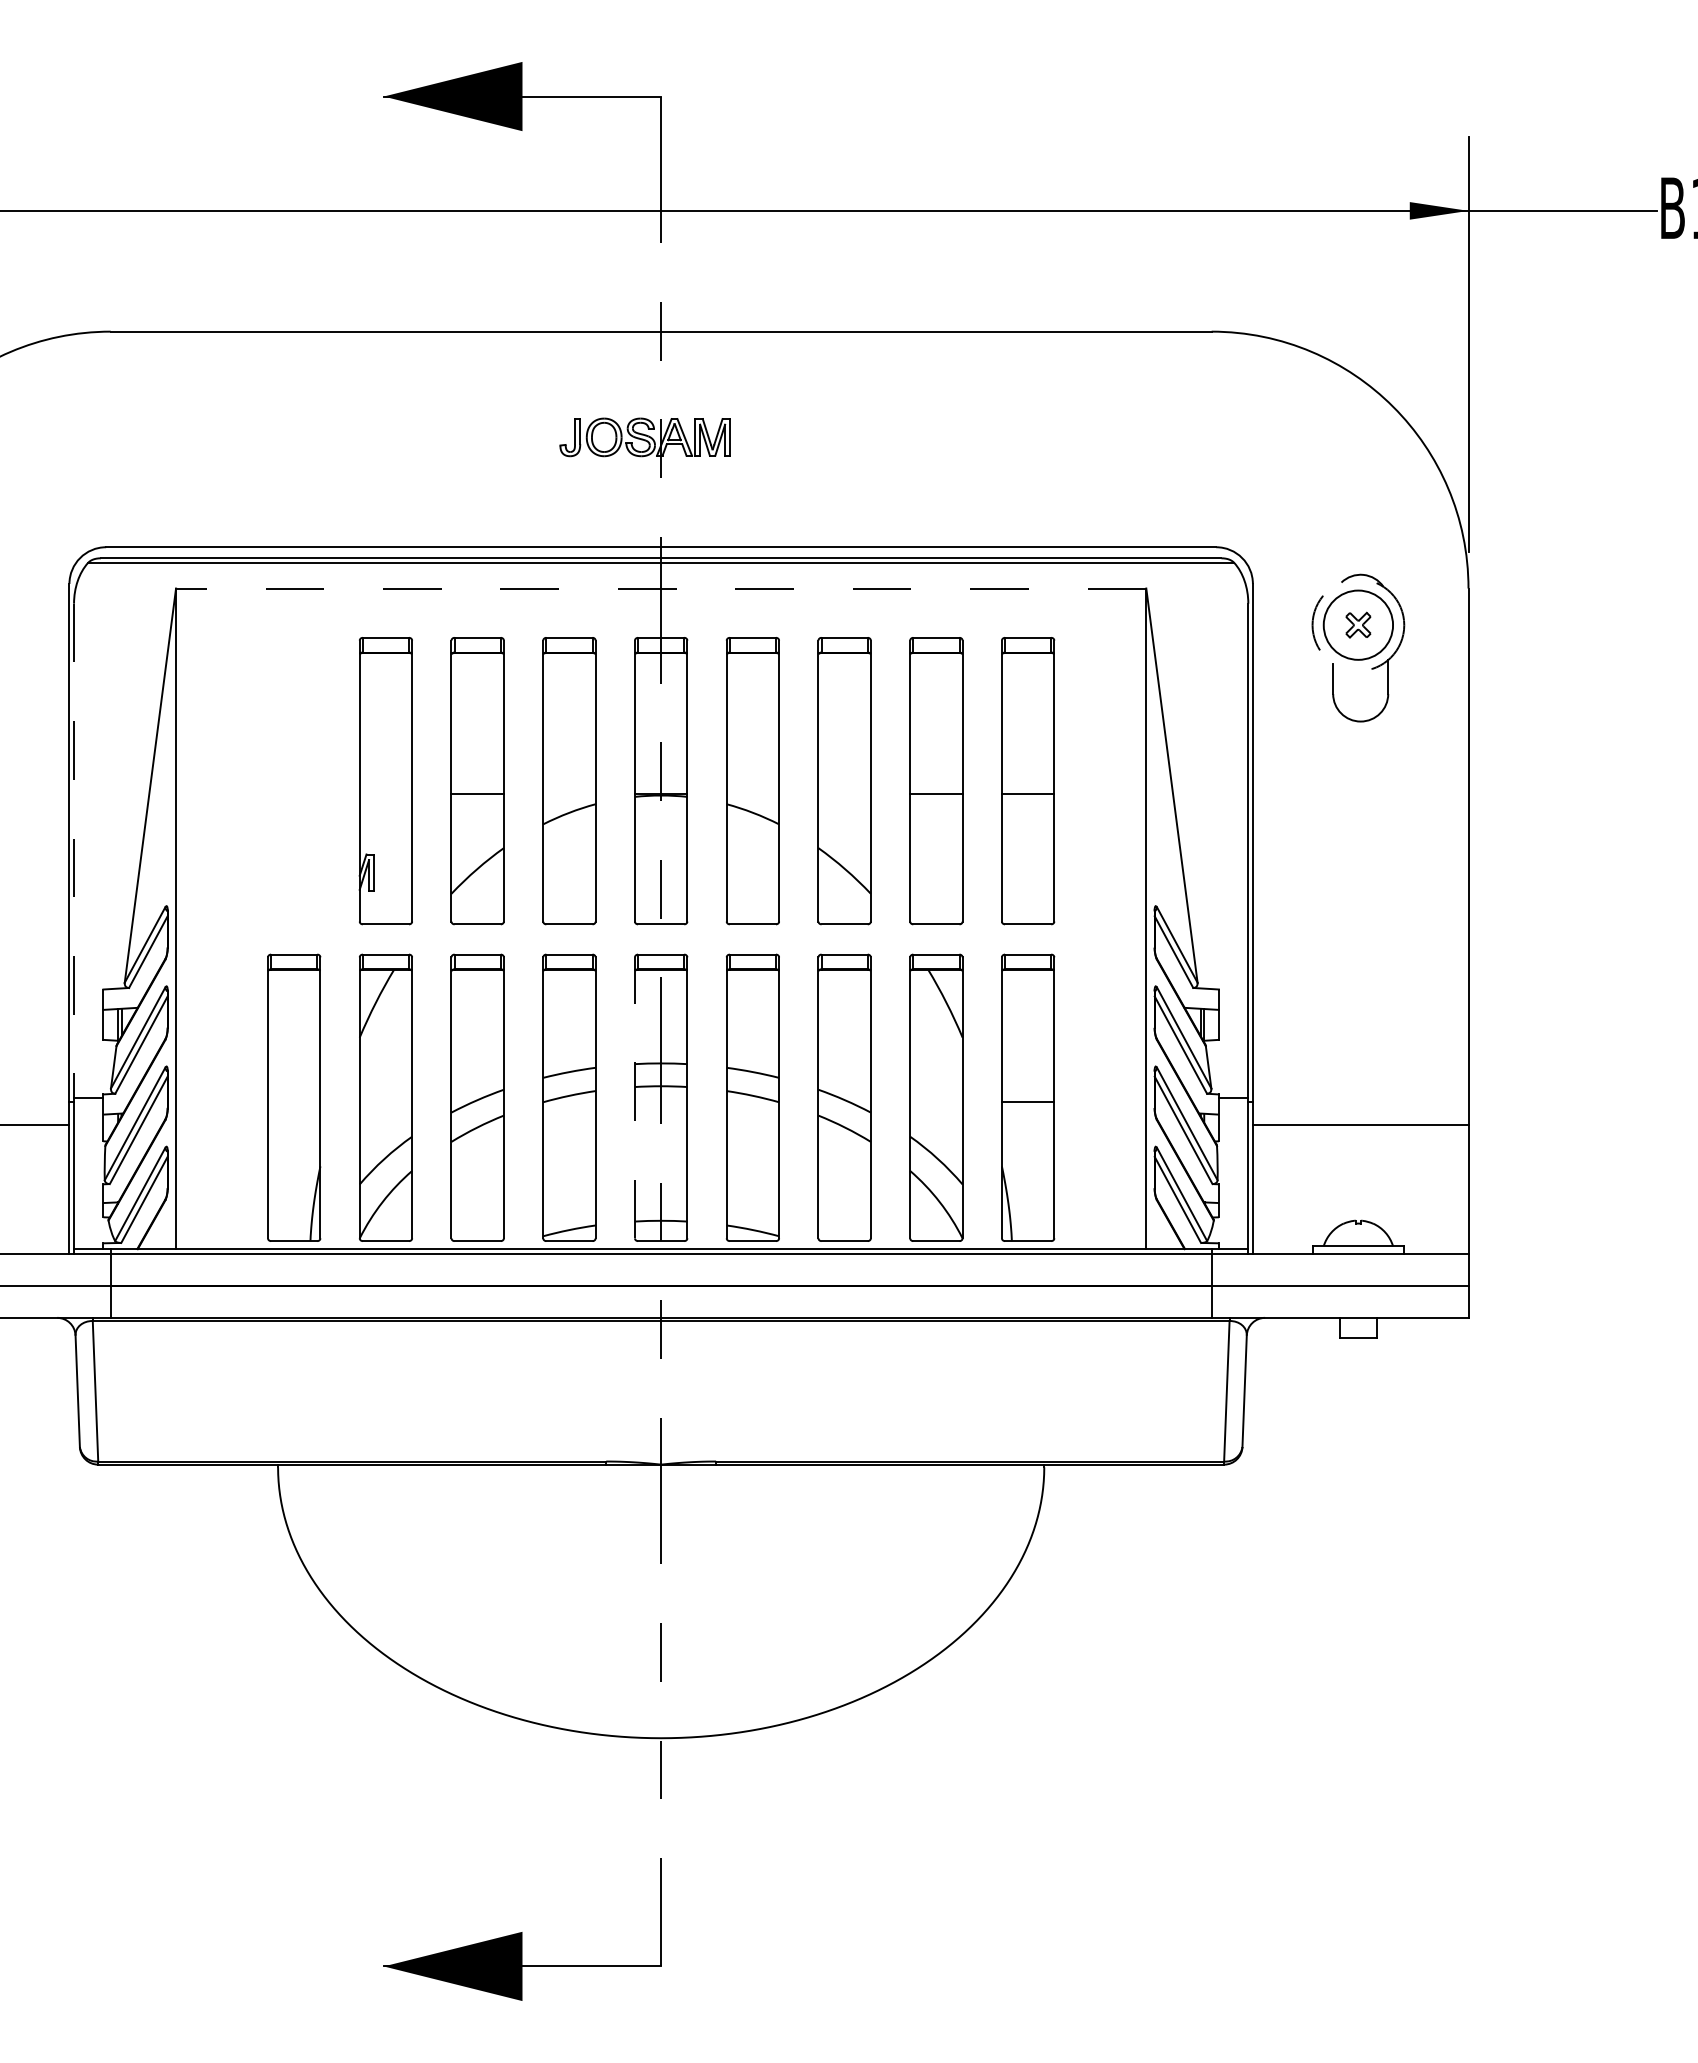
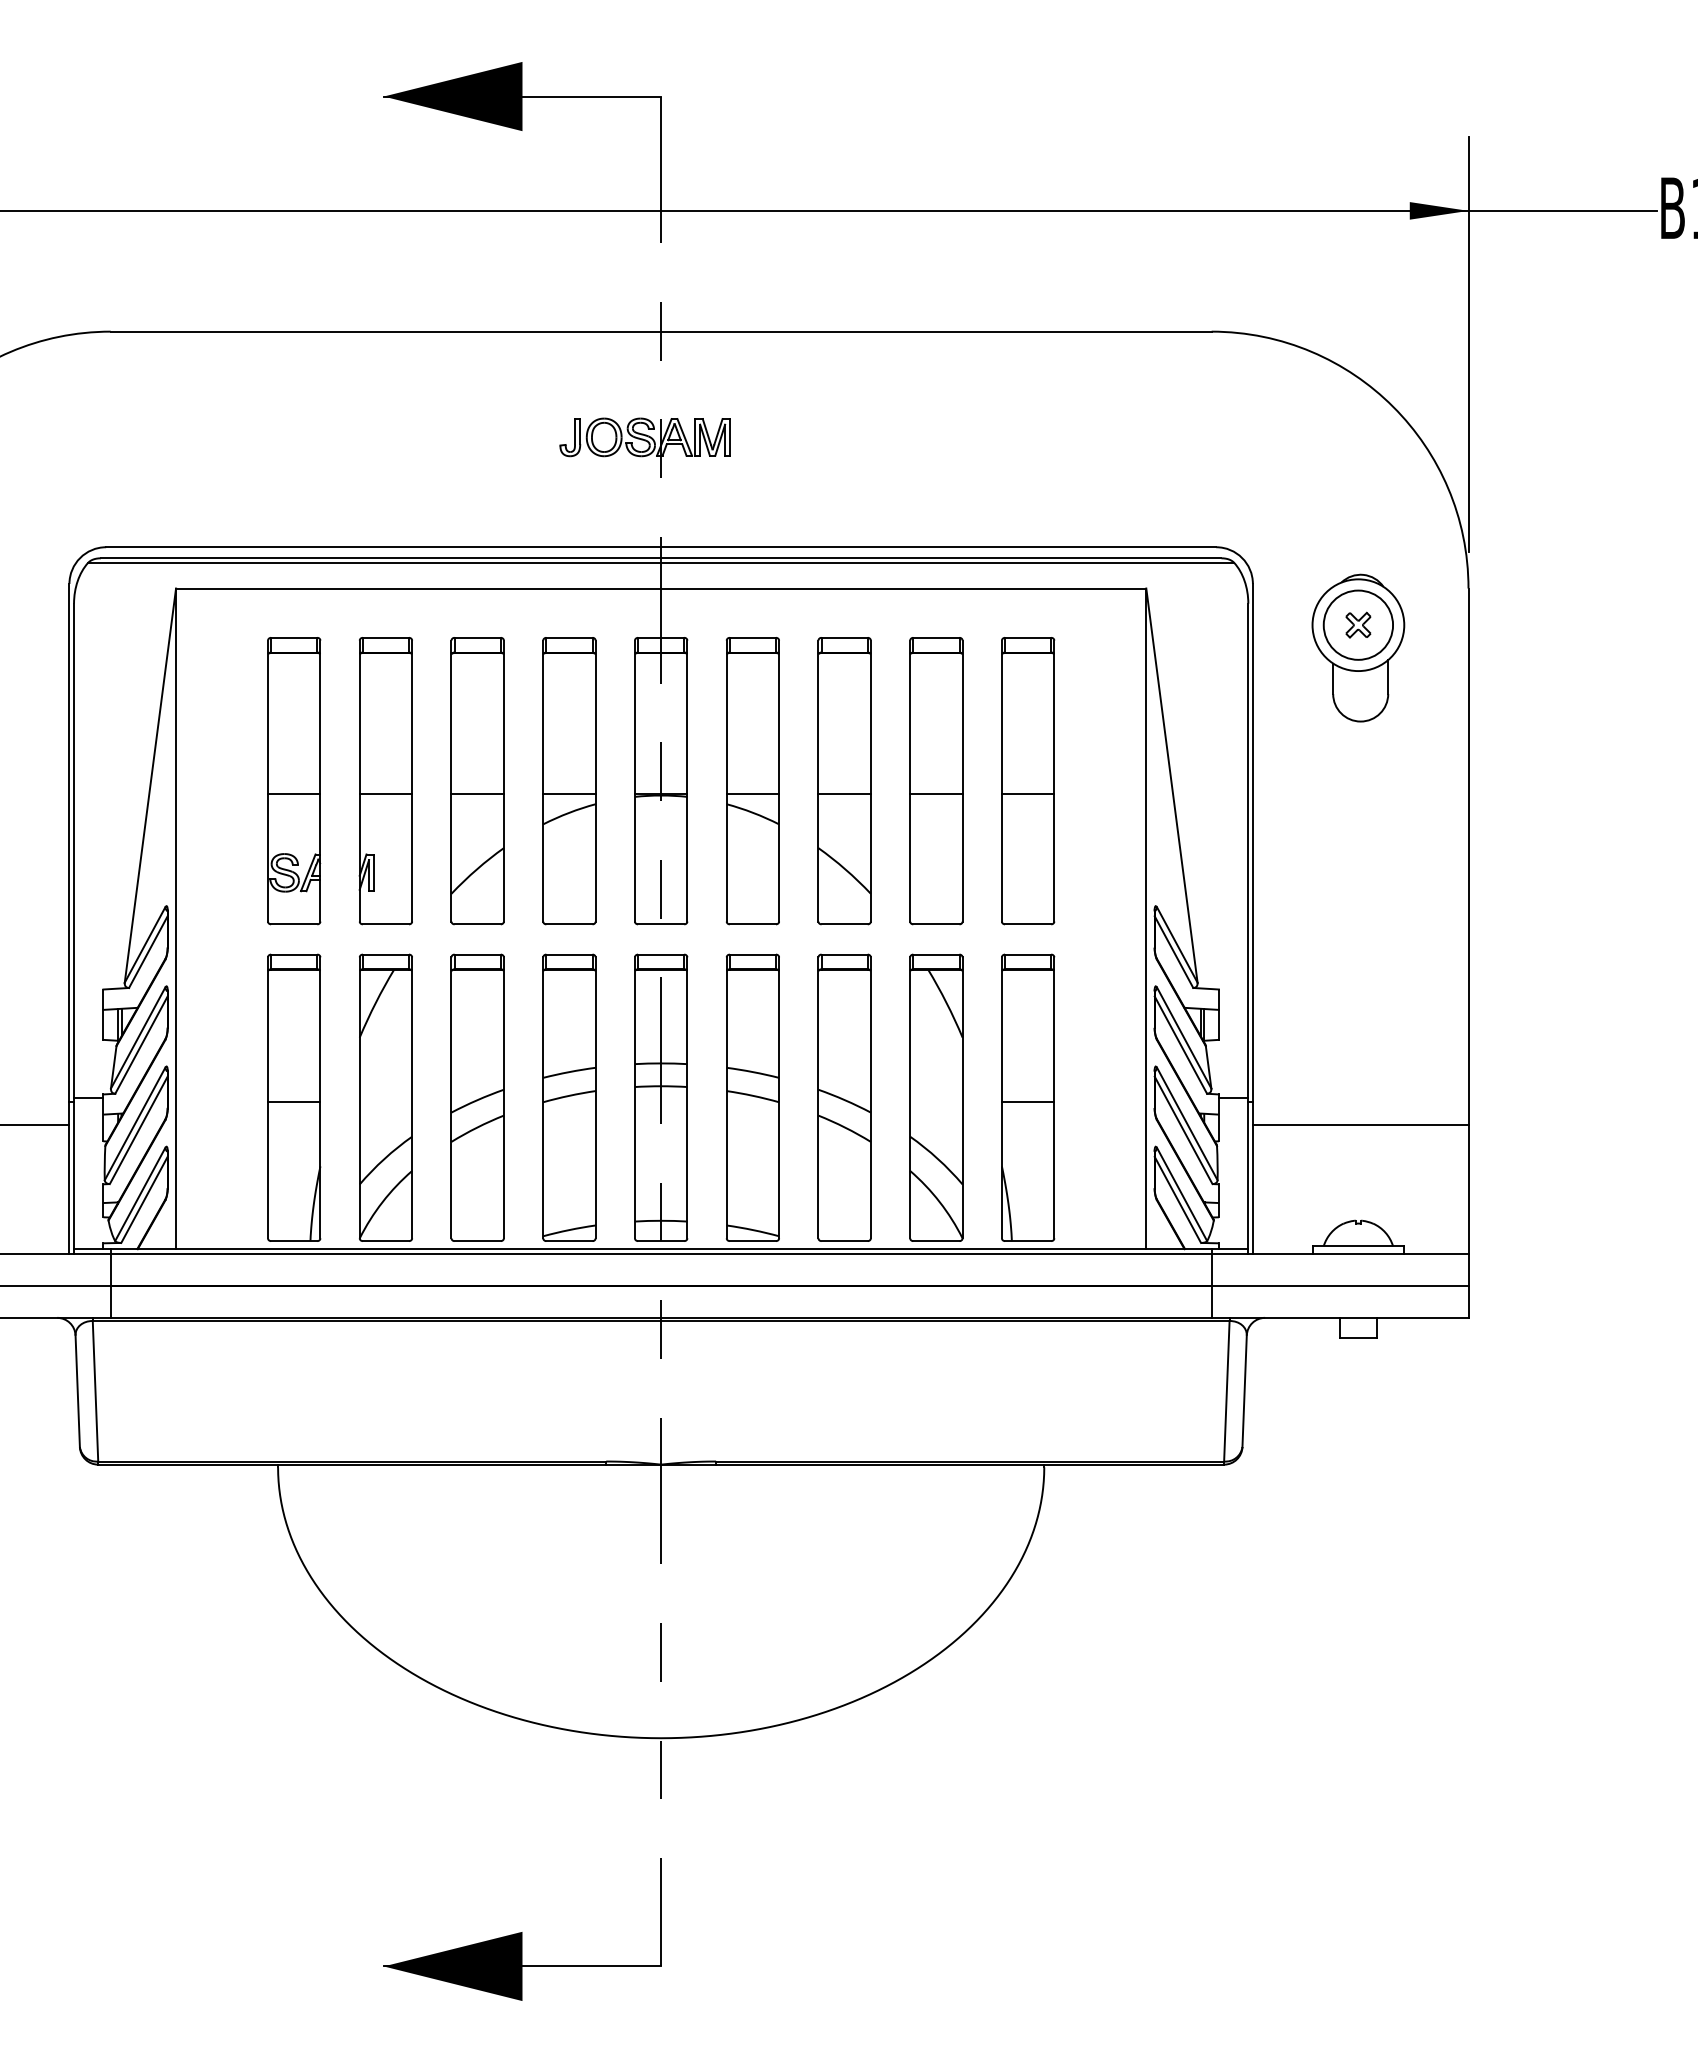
line at (660, 588): dashed -> solid
circle at (1358, 625): dashed -> solid
part at (294, 781): none -> present
line at (385, 793): none -> present
line at (569, 793): none -> present
line at (752, 793): none -> present
line at (844, 793): none -> present
line at (74, 851): dashed -> solid
line at (634, 1097): dashed -> solid
line at (293, 1102): none -> present
